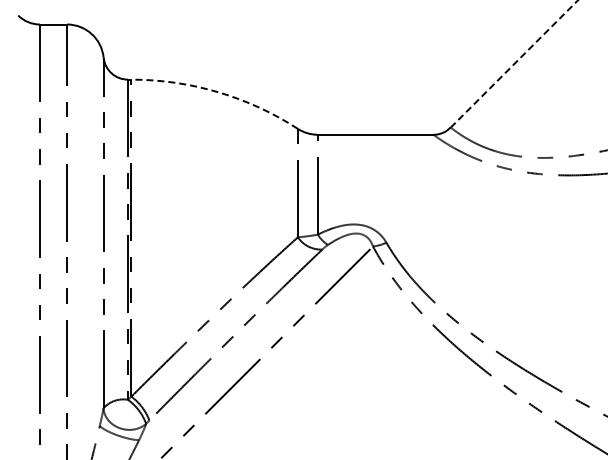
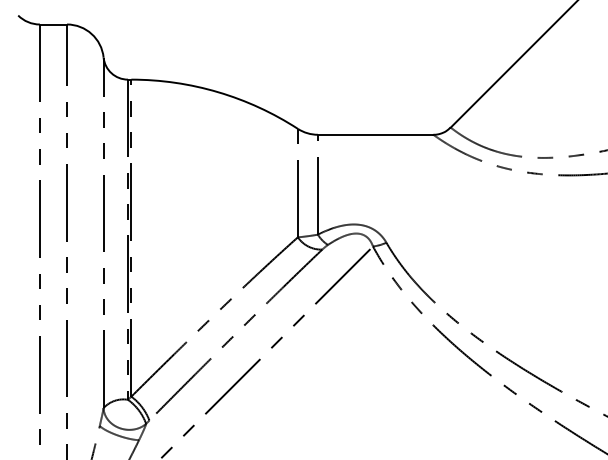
line at (514, 63): dashed -> solid
arc at (218, 92): dashed -> solid
